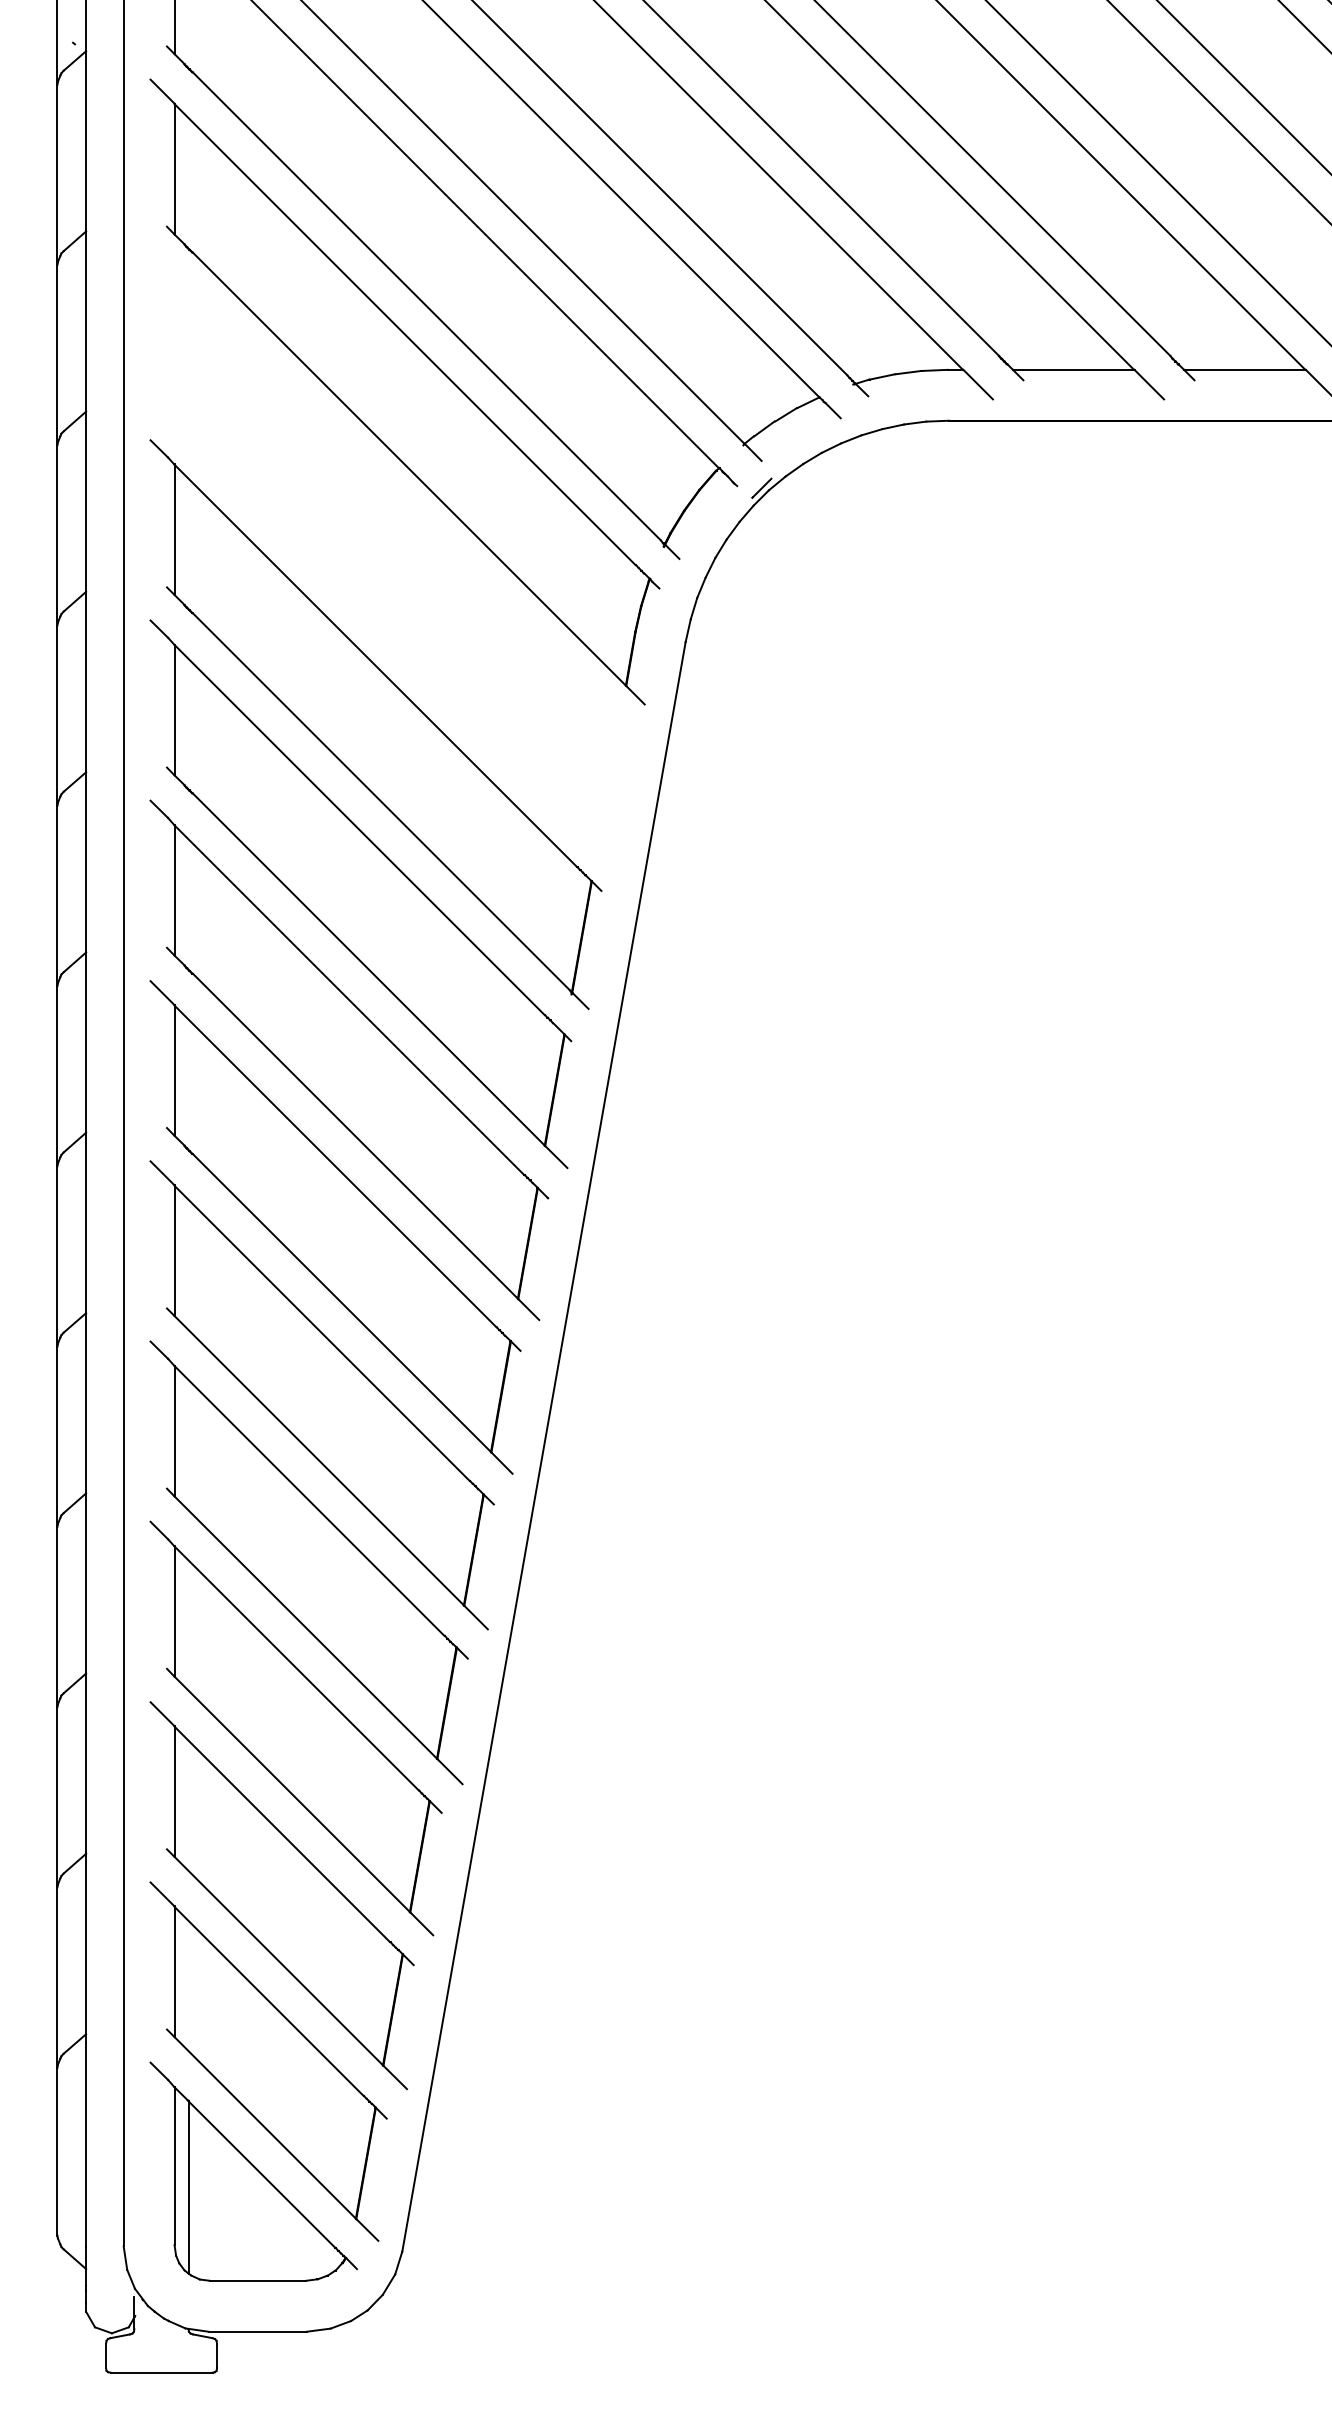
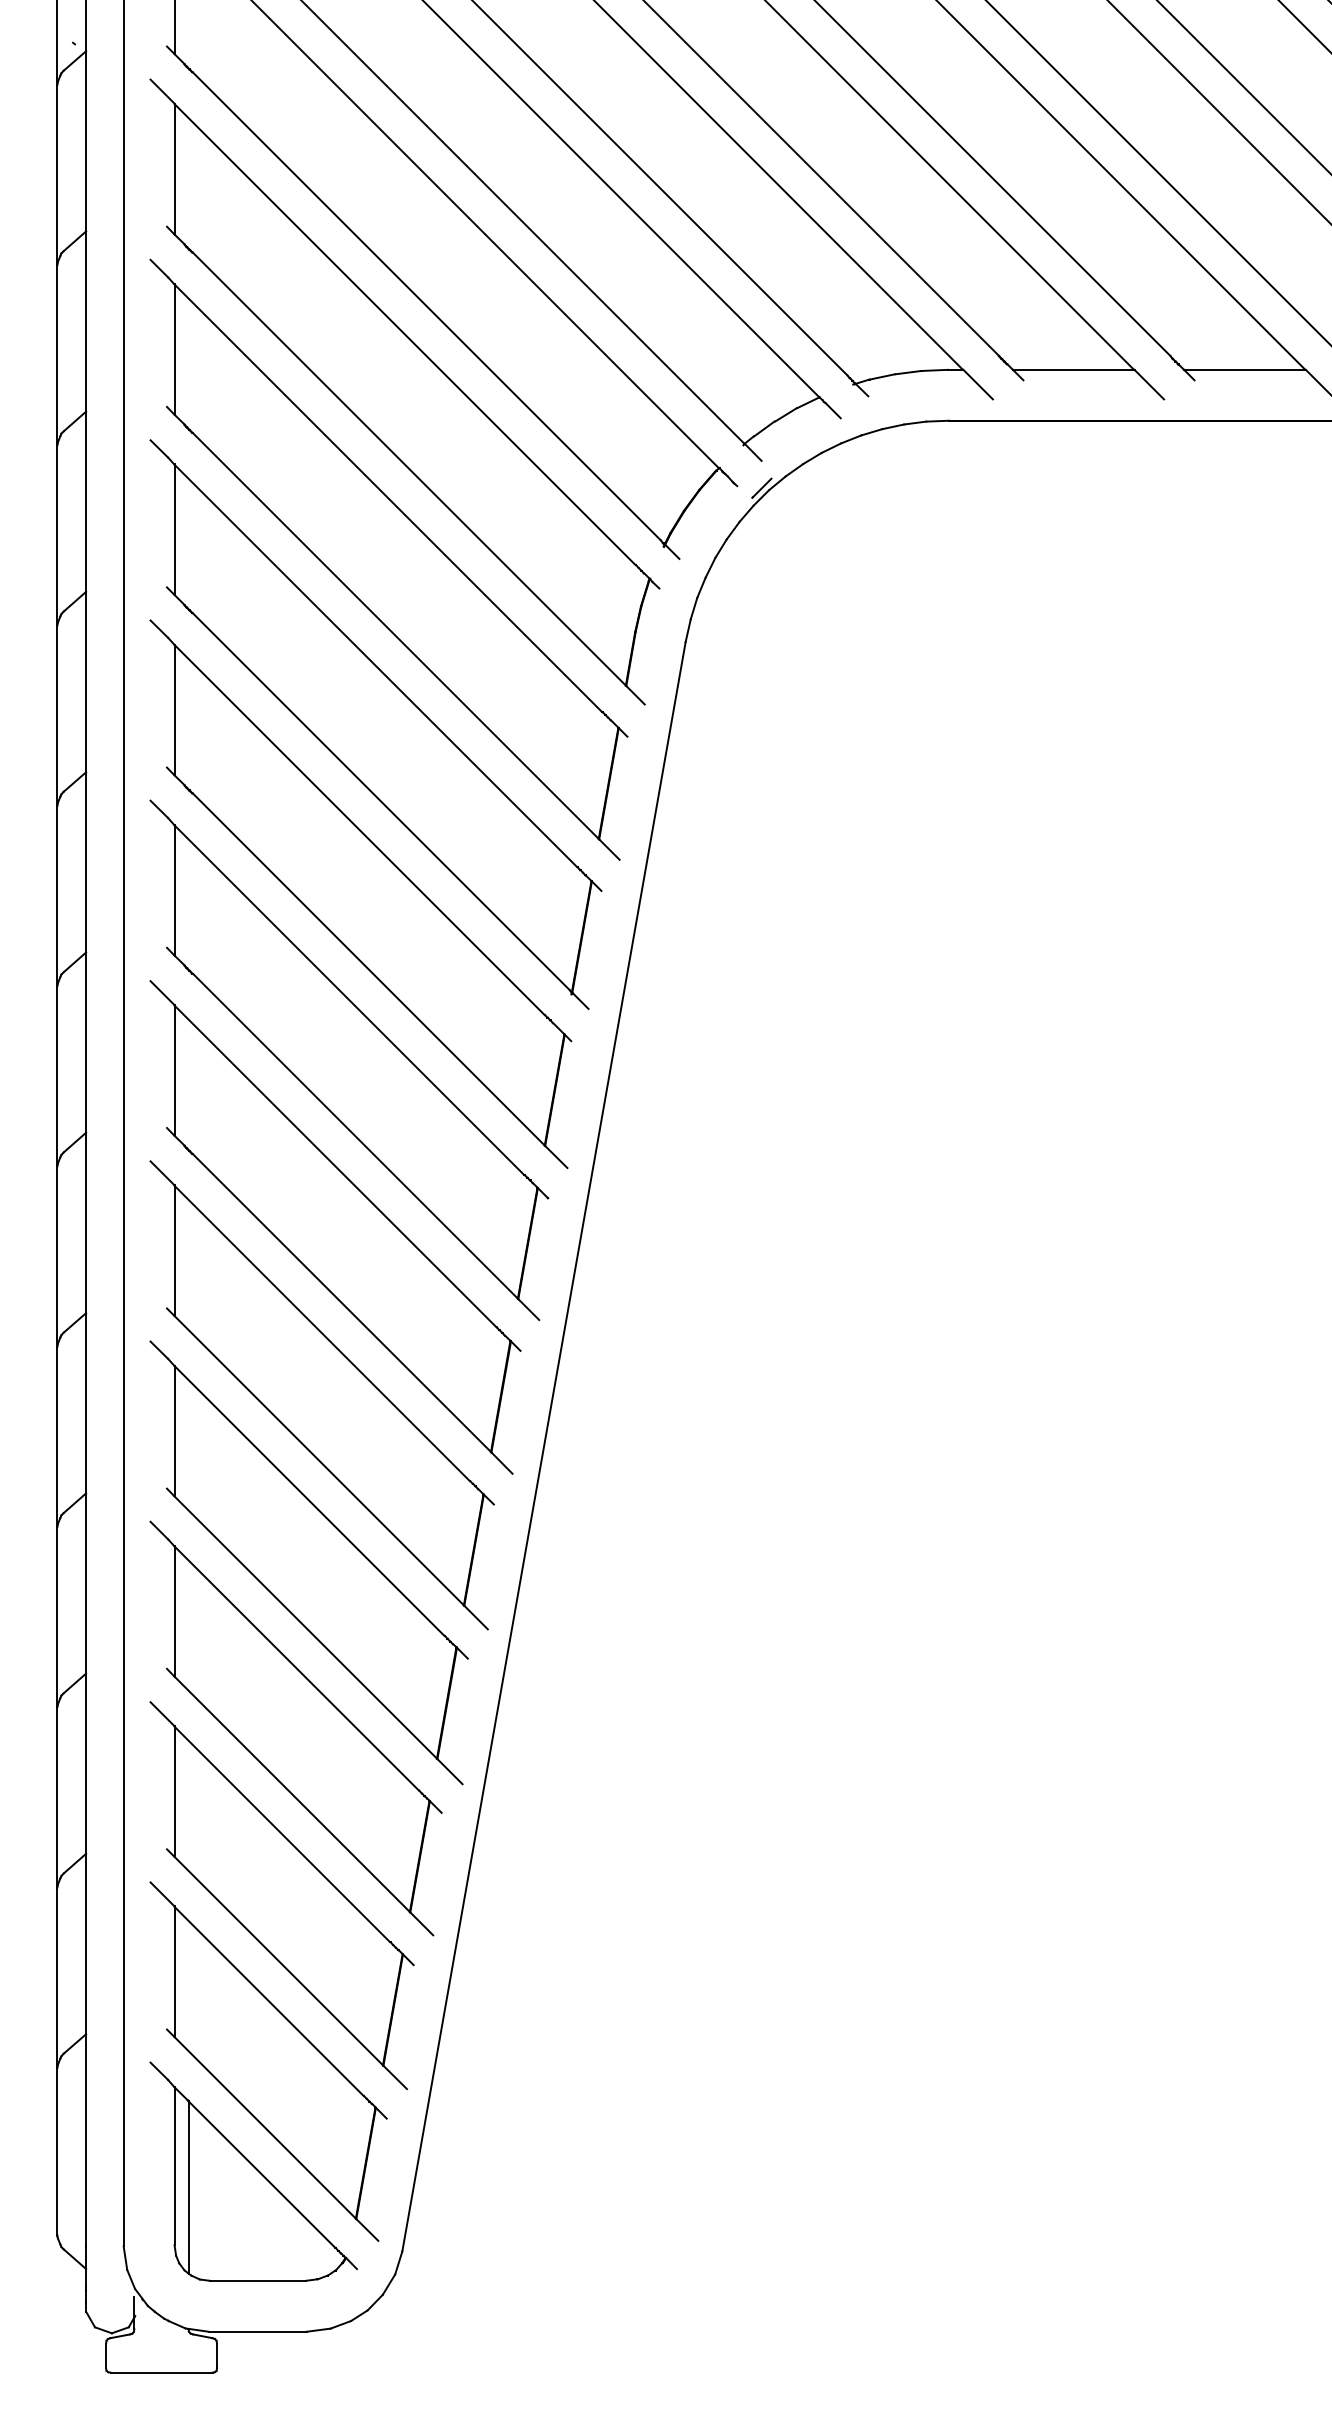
part at (388, 559): none -> present
